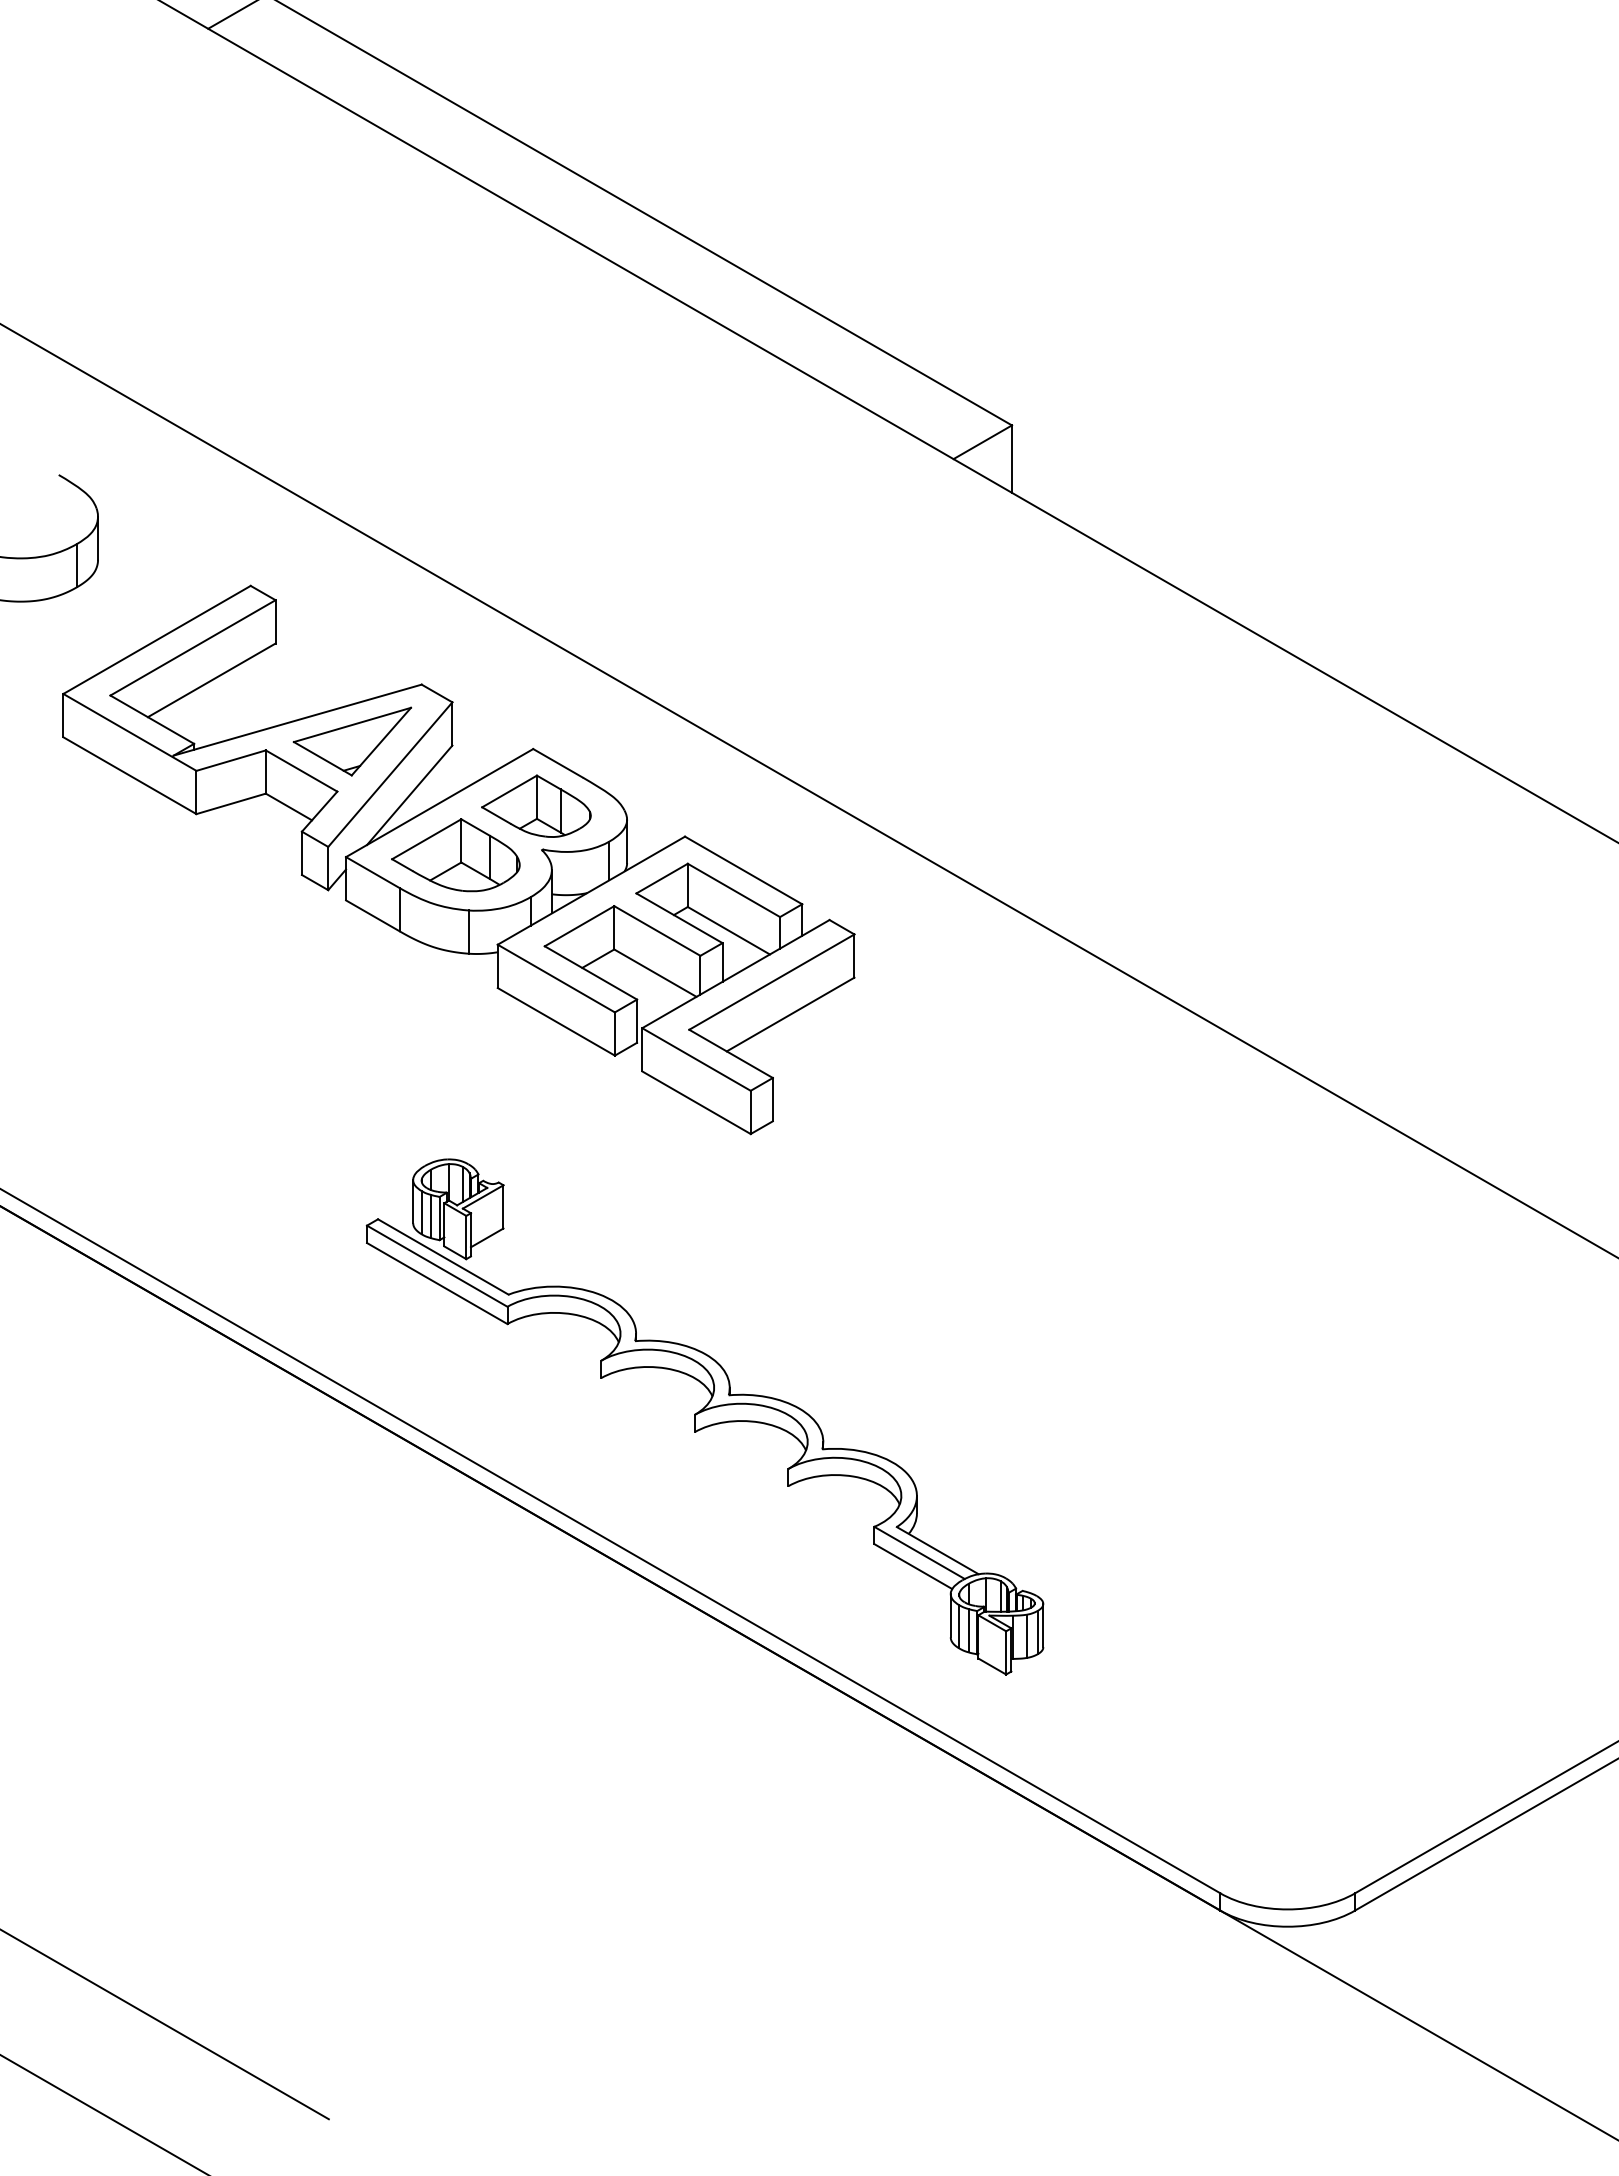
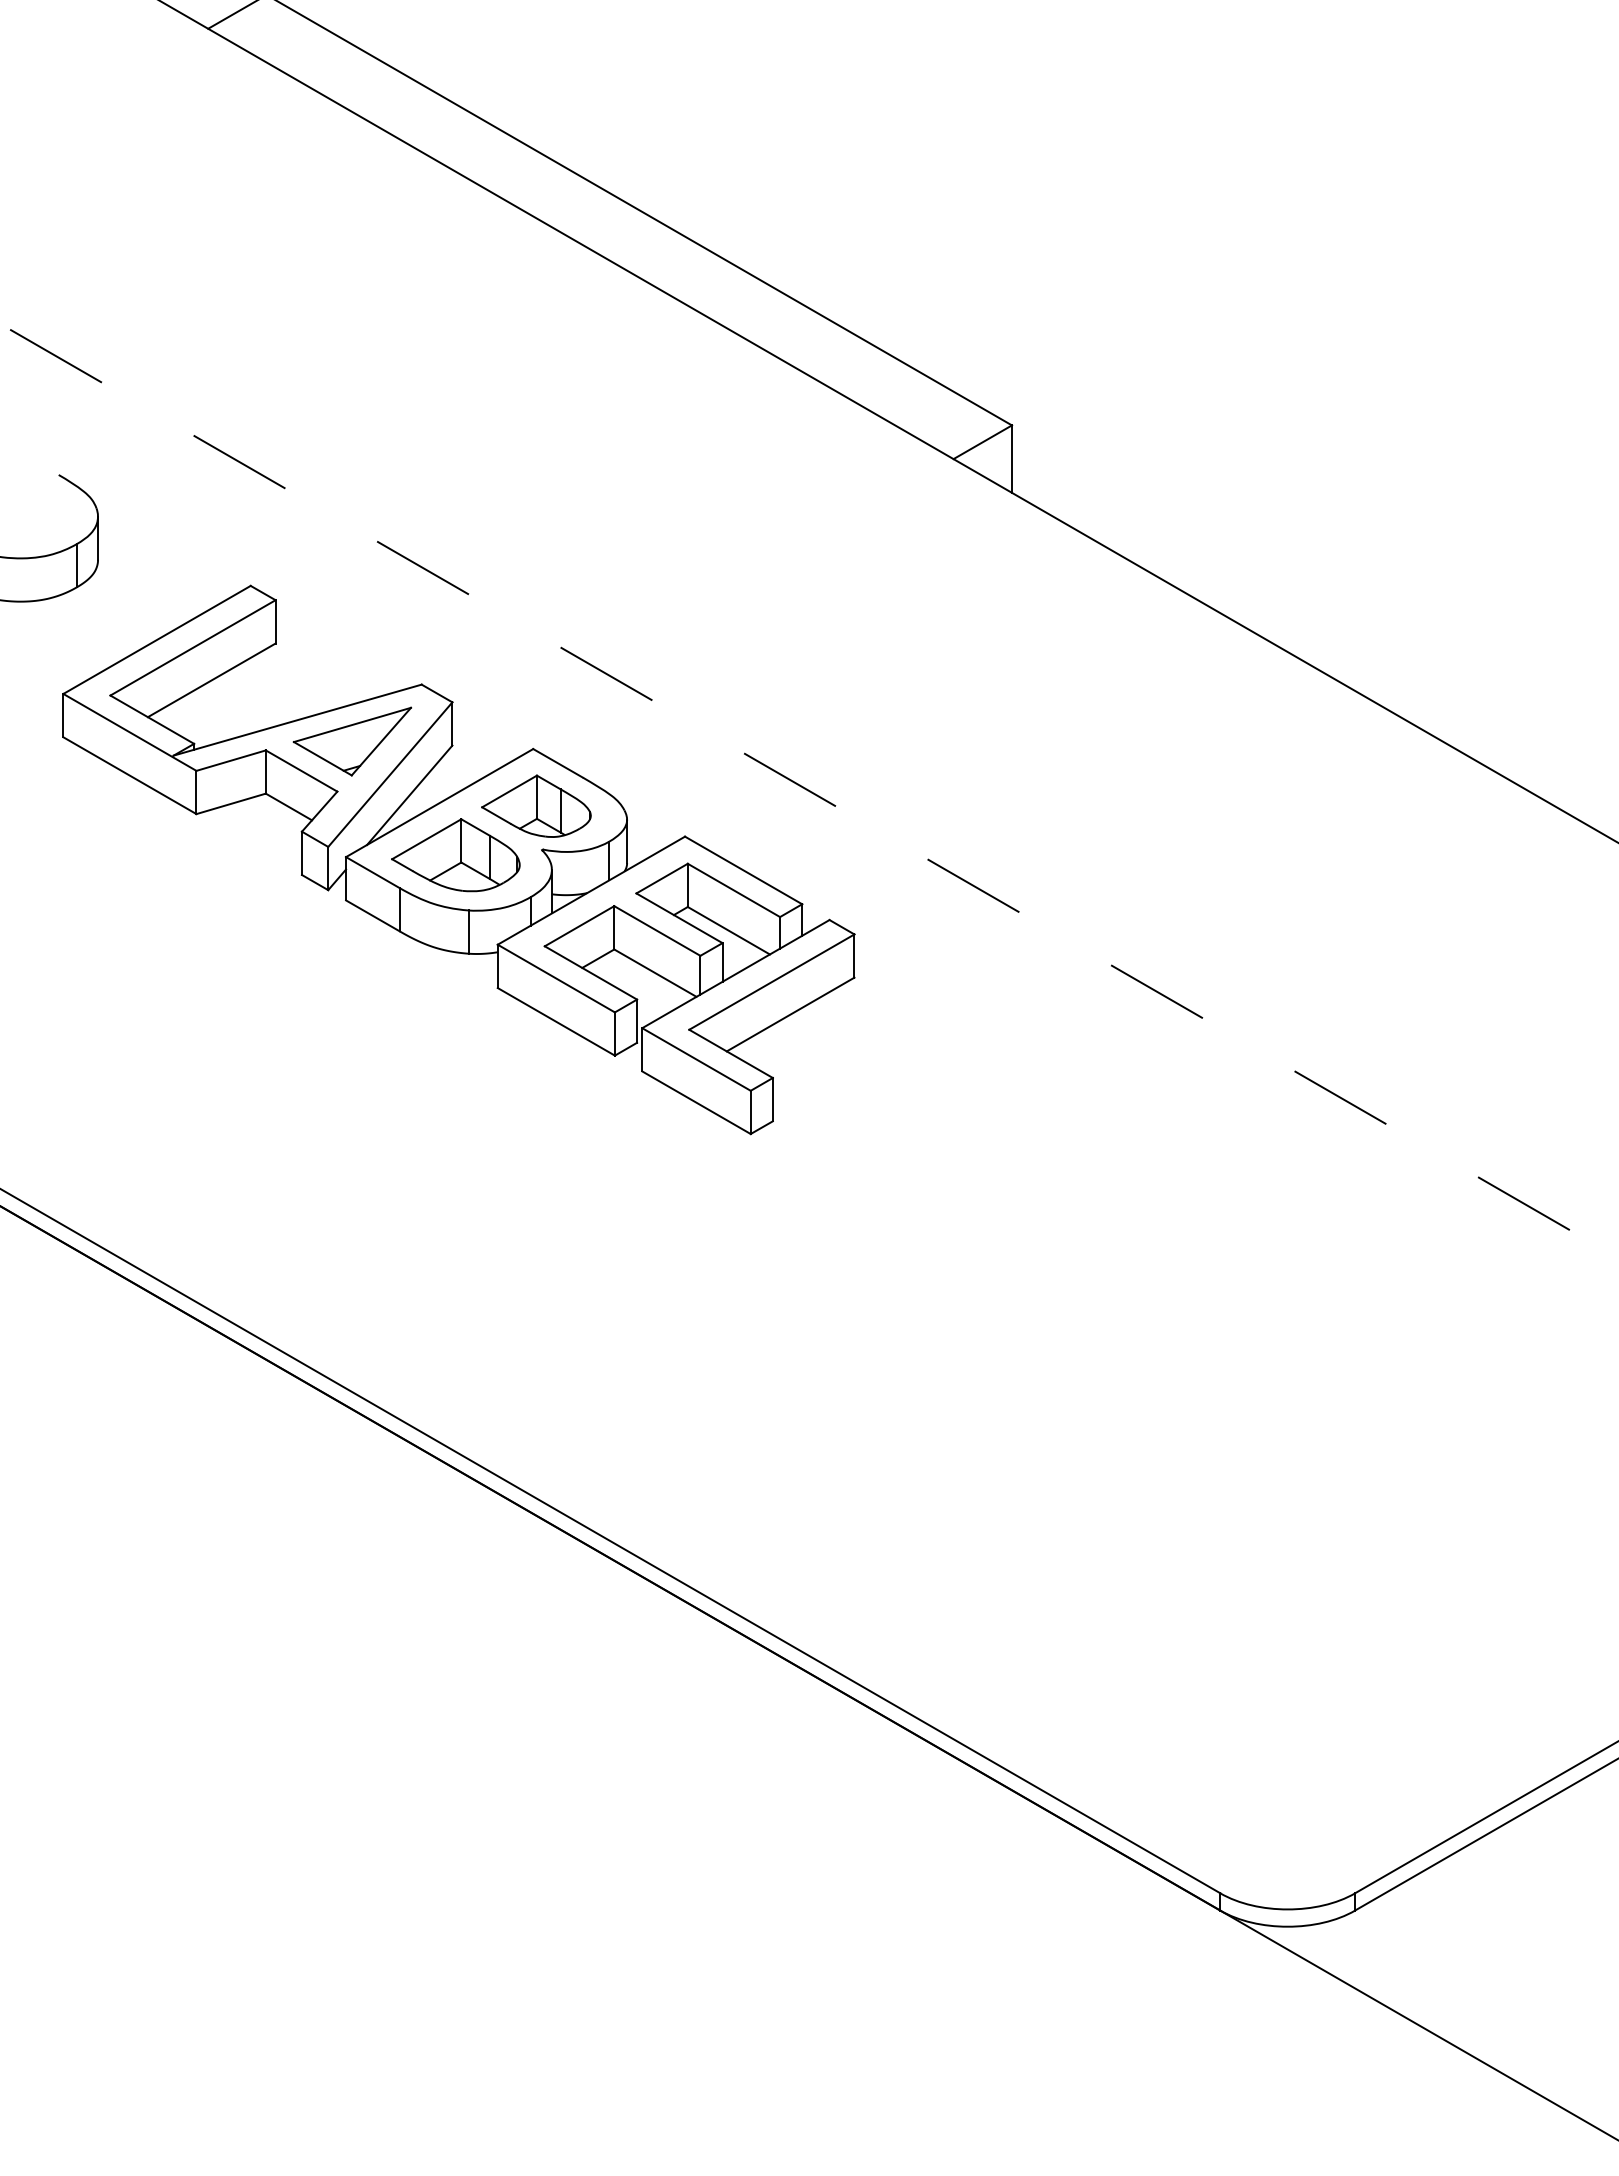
line at (810, 791): solid -> dashed
part at (704, 1416): present -> none
line at (165, 2024): present -> none
line at (103, 2114): present -> none
